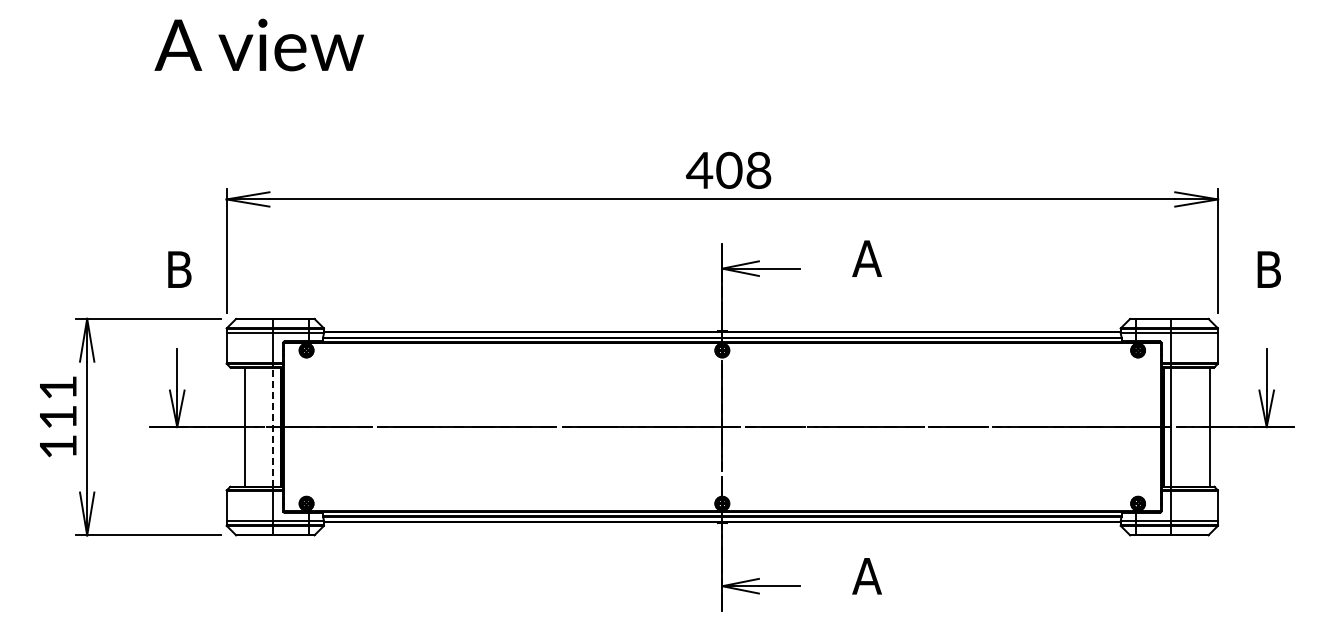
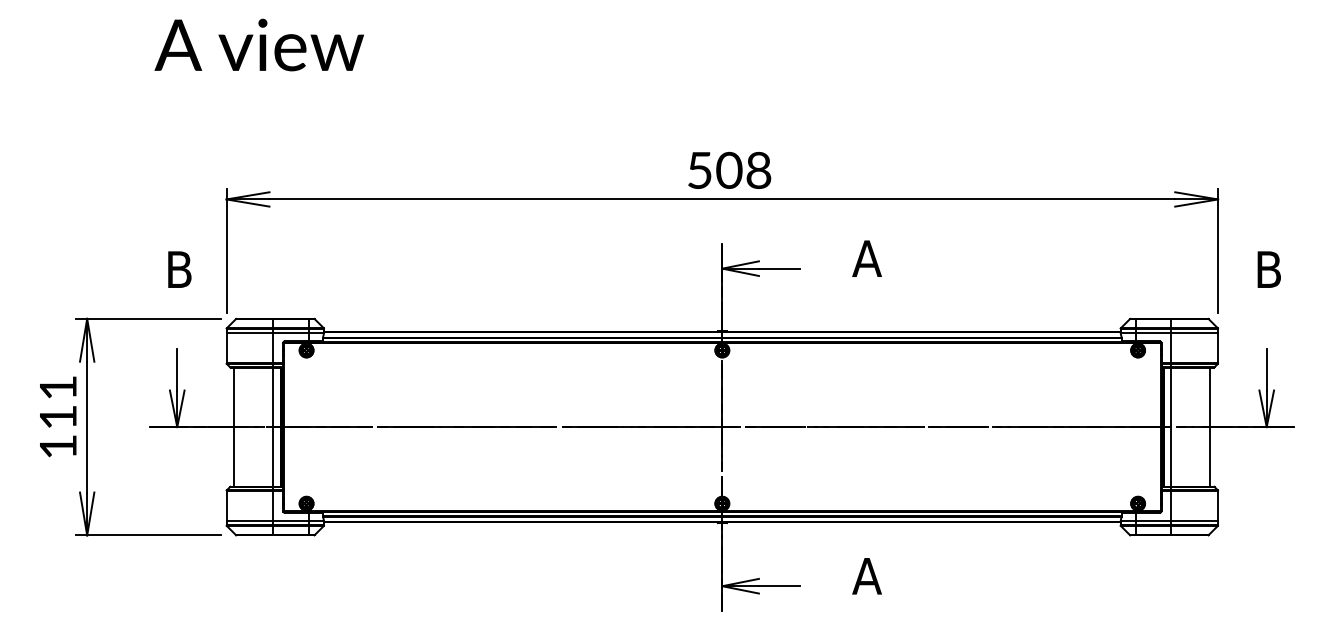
text at (699, 170): 408 -> 508
line at (245, 426) position: (245, 426) -> (234, 426)
line at (273, 427): dashed -> solid
